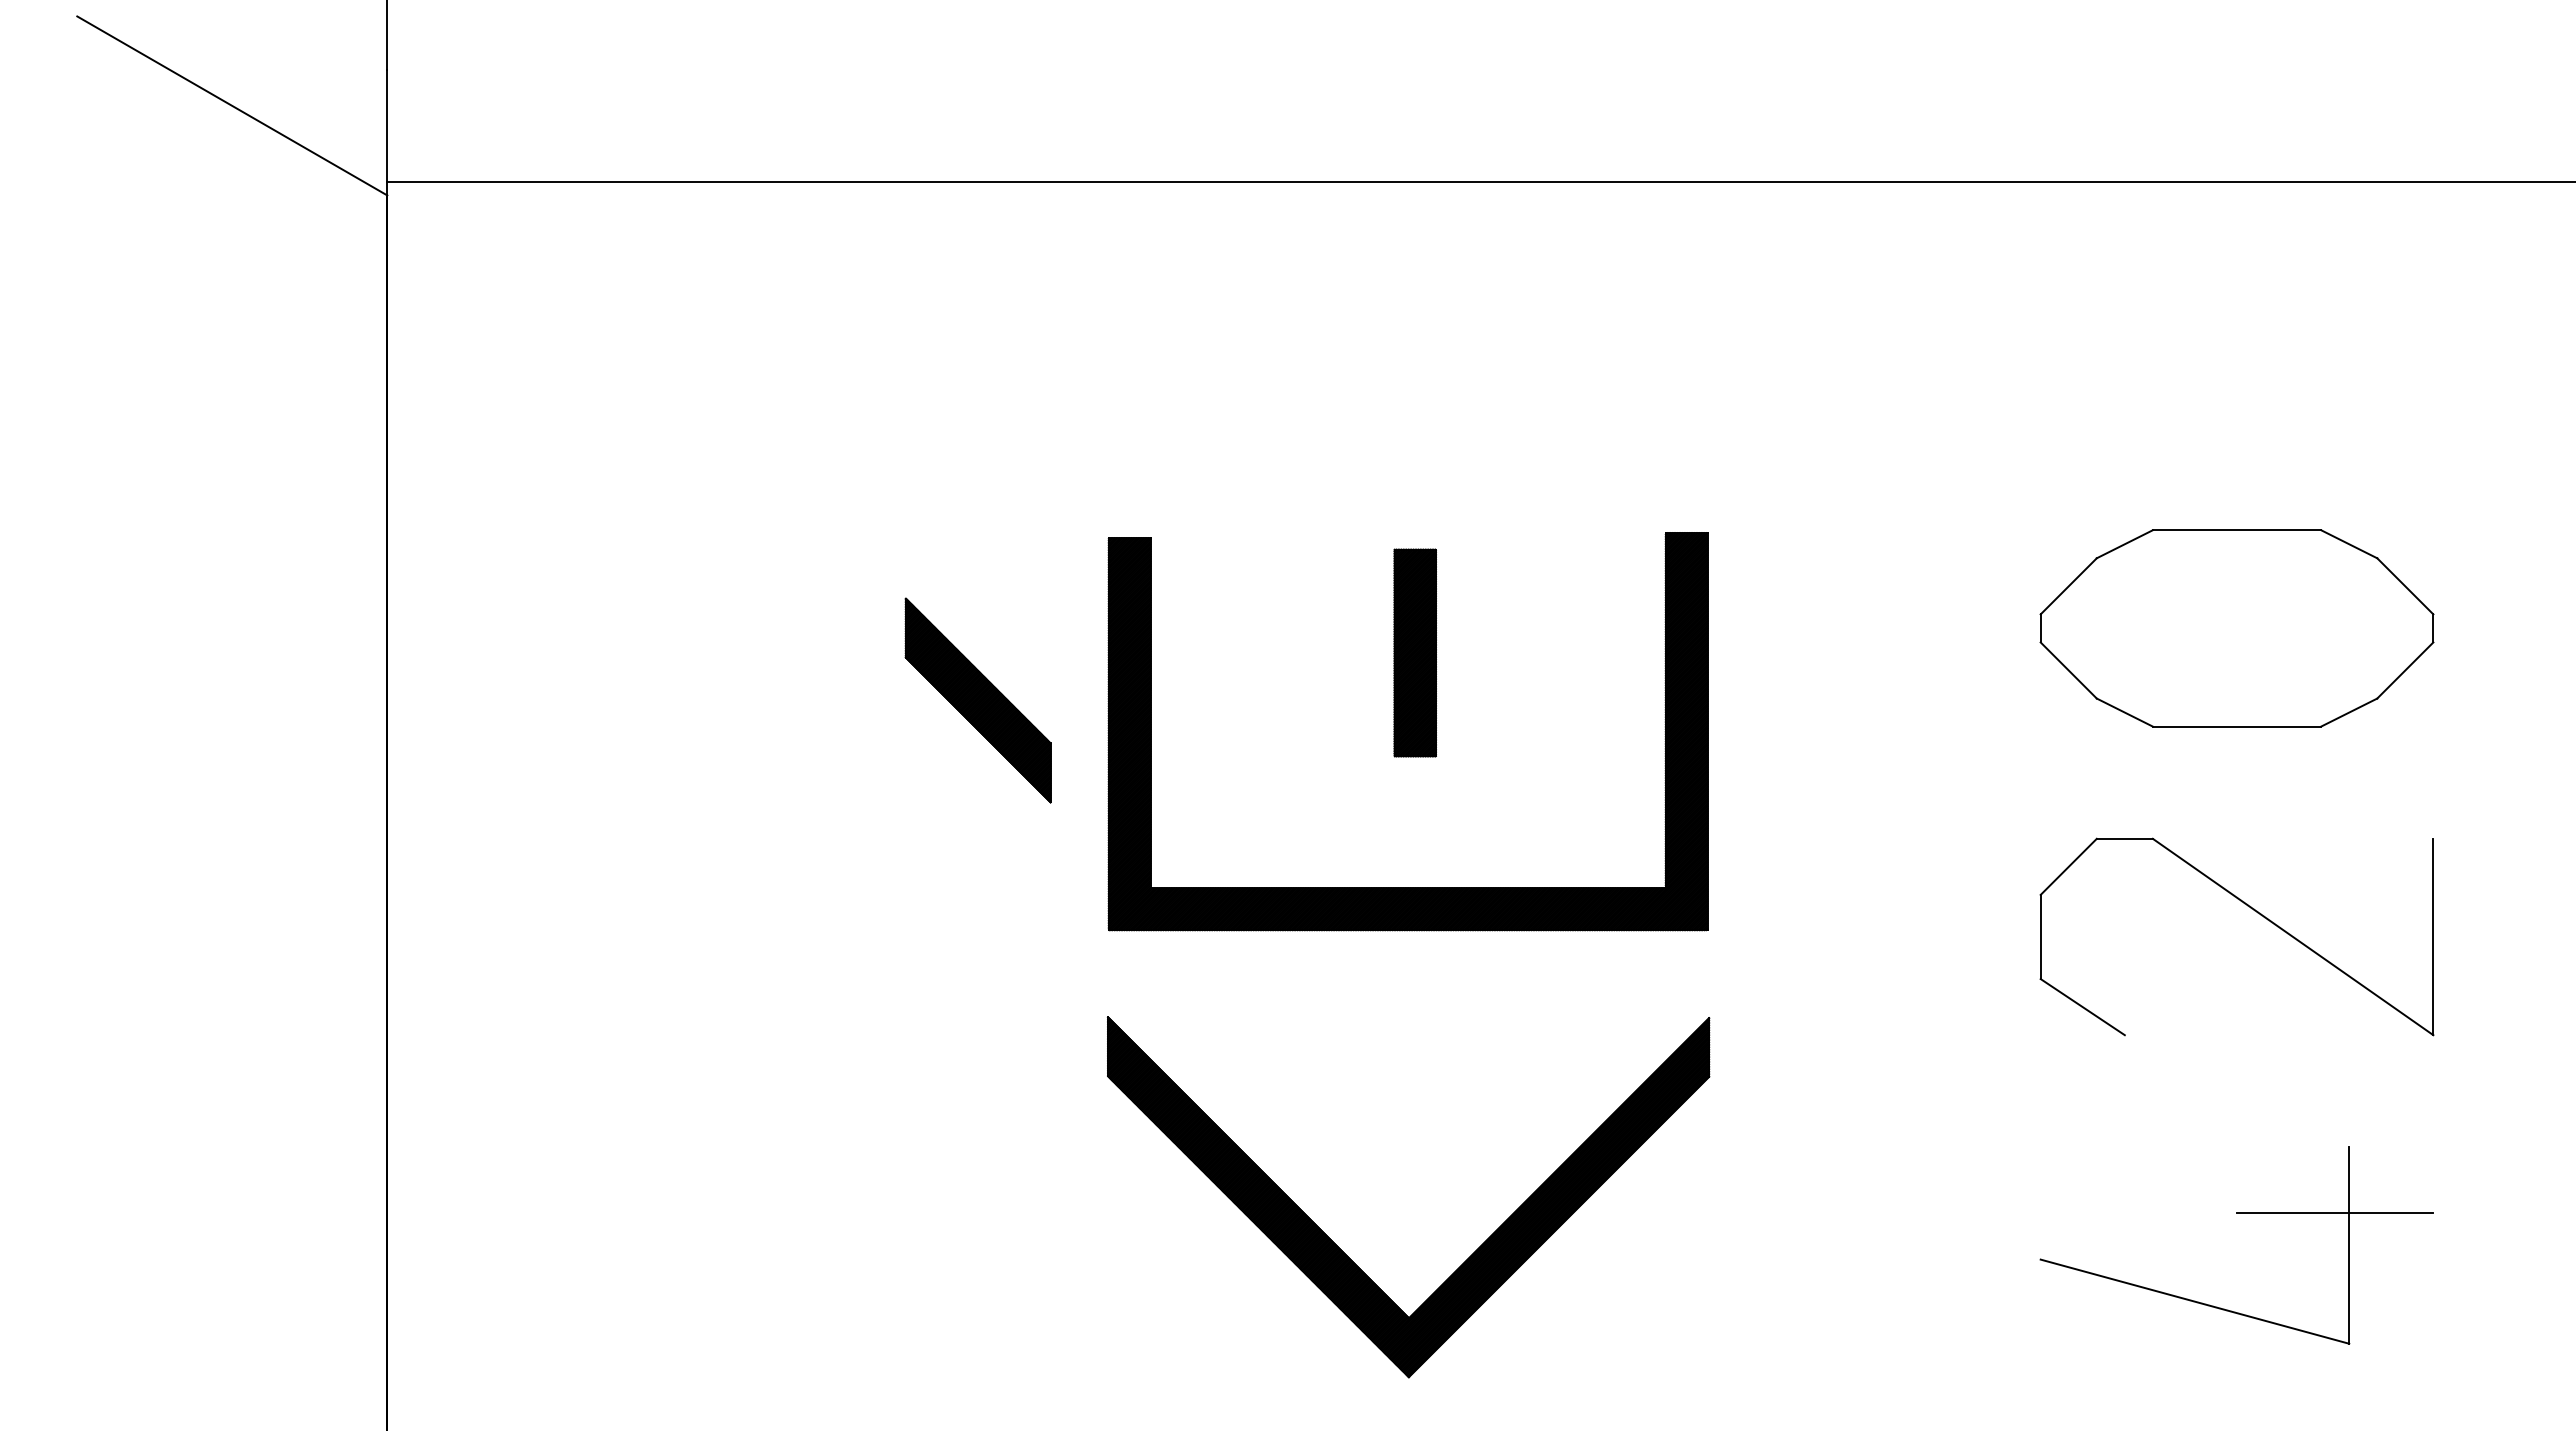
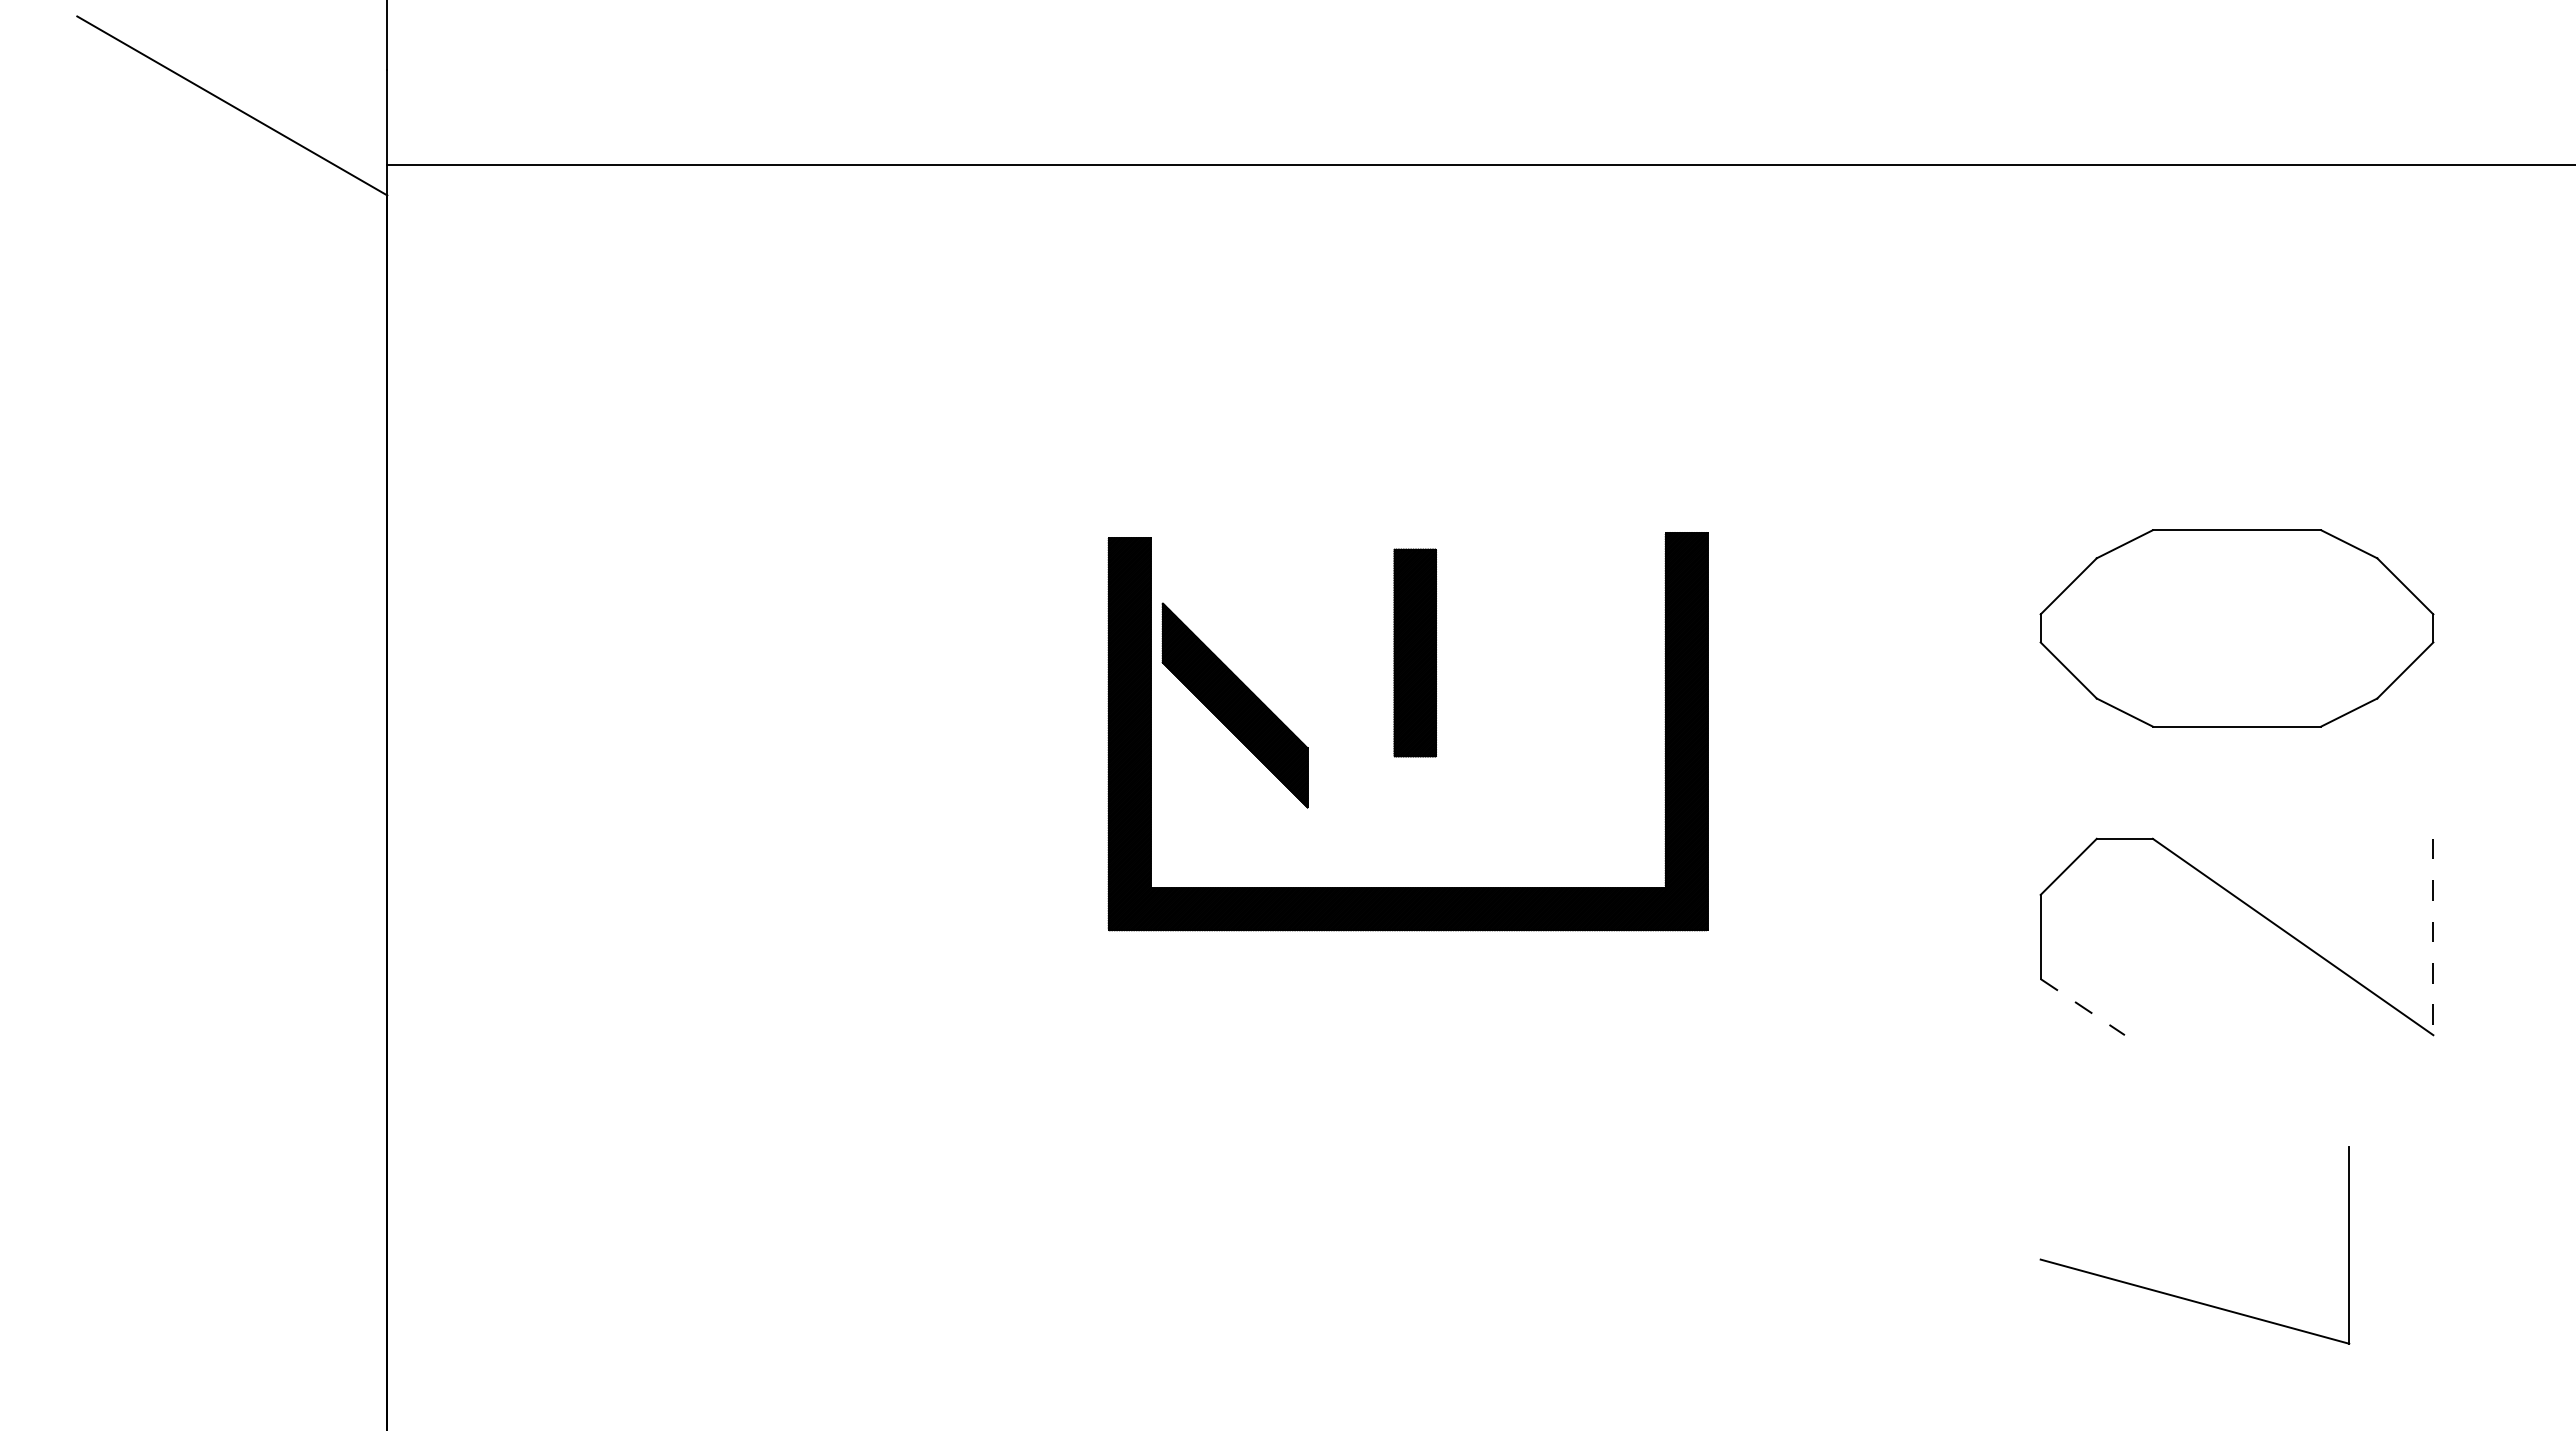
line at (1479, 181) position: (1479, 181) -> (1479, 164)
part at (977, 700) position: (977, 700) -> (1234, 705)
line at (2433, 937): solid -> dashed
line at (2082, 1007): solid -> dashed
line at (2335, 1212): present -> none
part at (1348, 1256): present -> none
